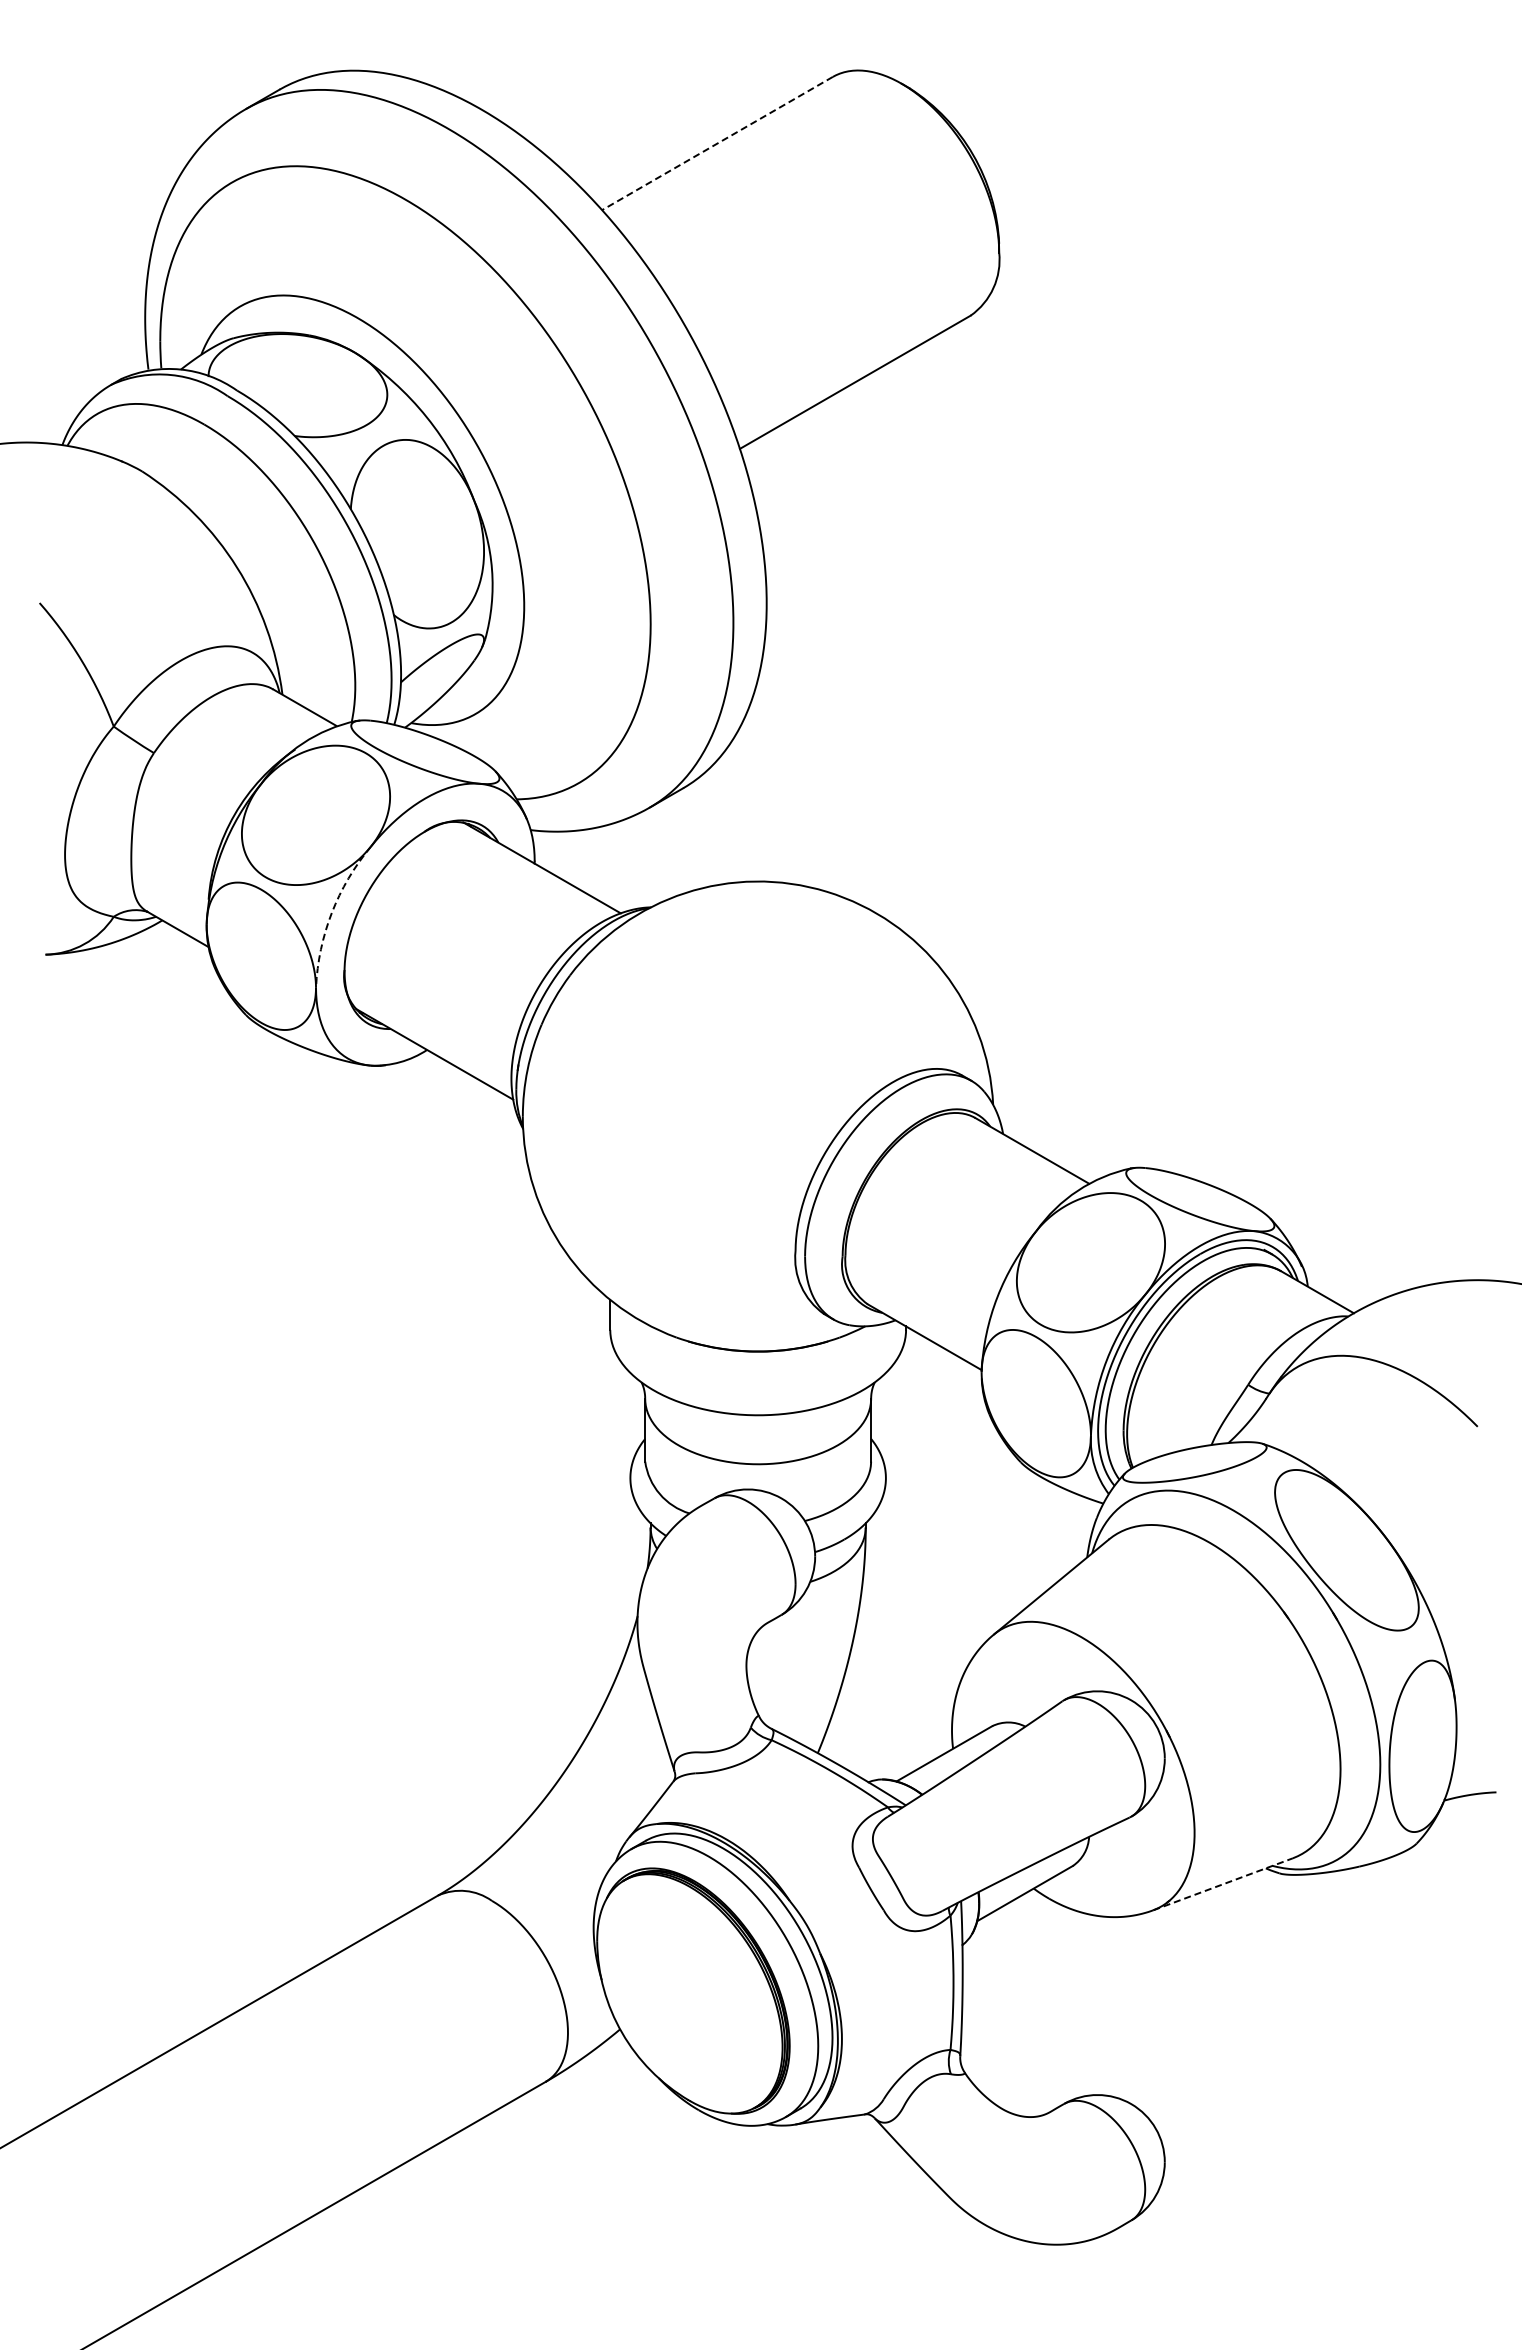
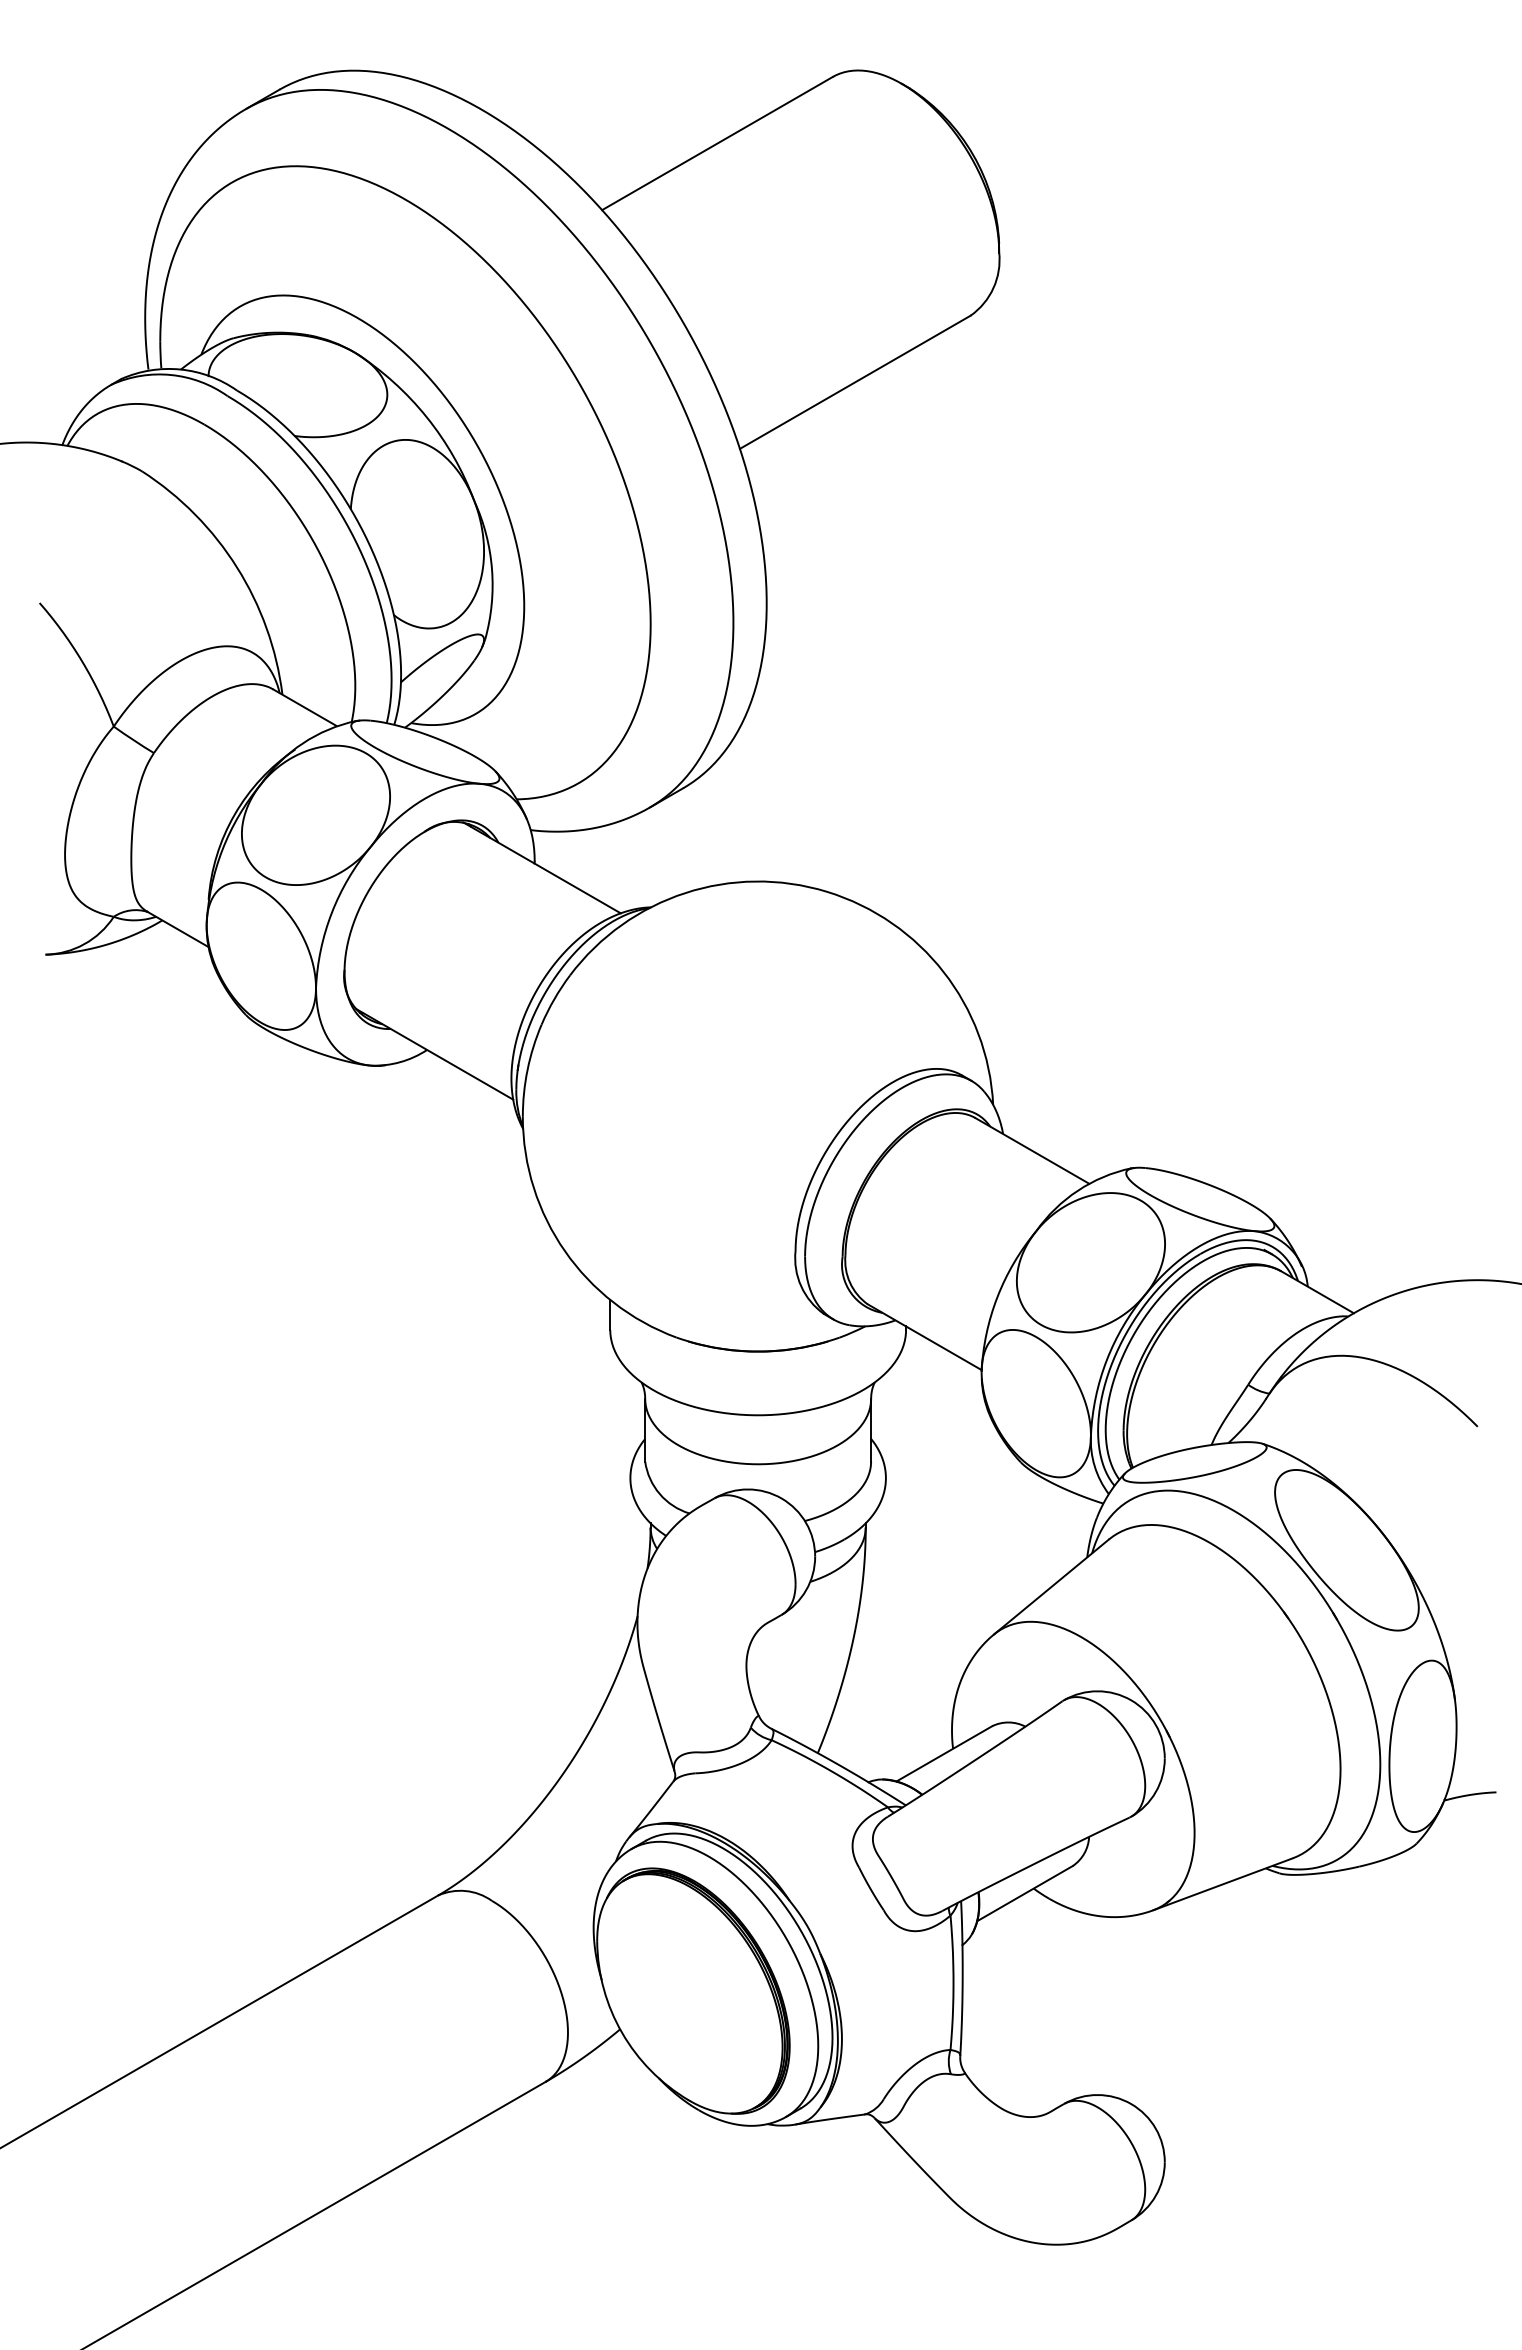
line at (717, 143): dashed -> solid
arc at (331, 912): dashed -> solid
line at (1223, 1884): dashed -> solid
